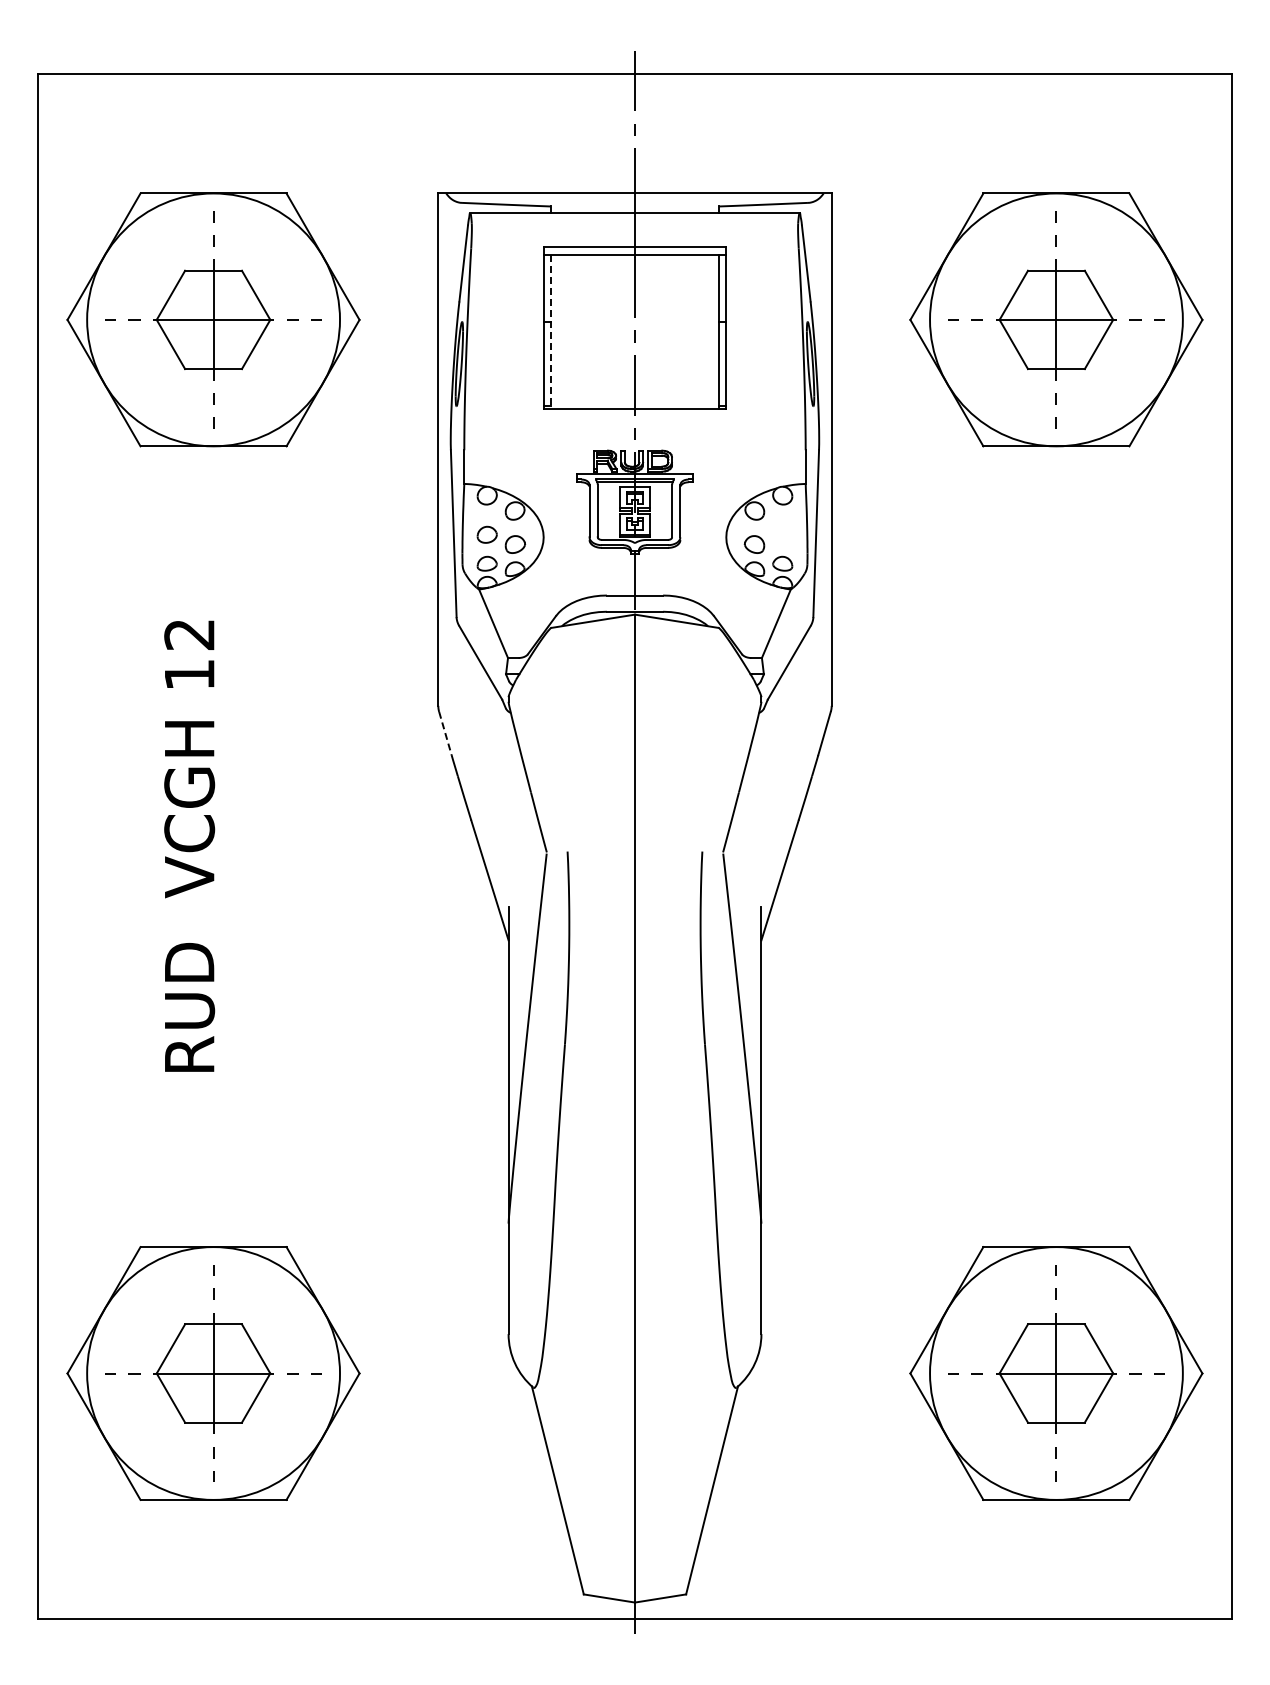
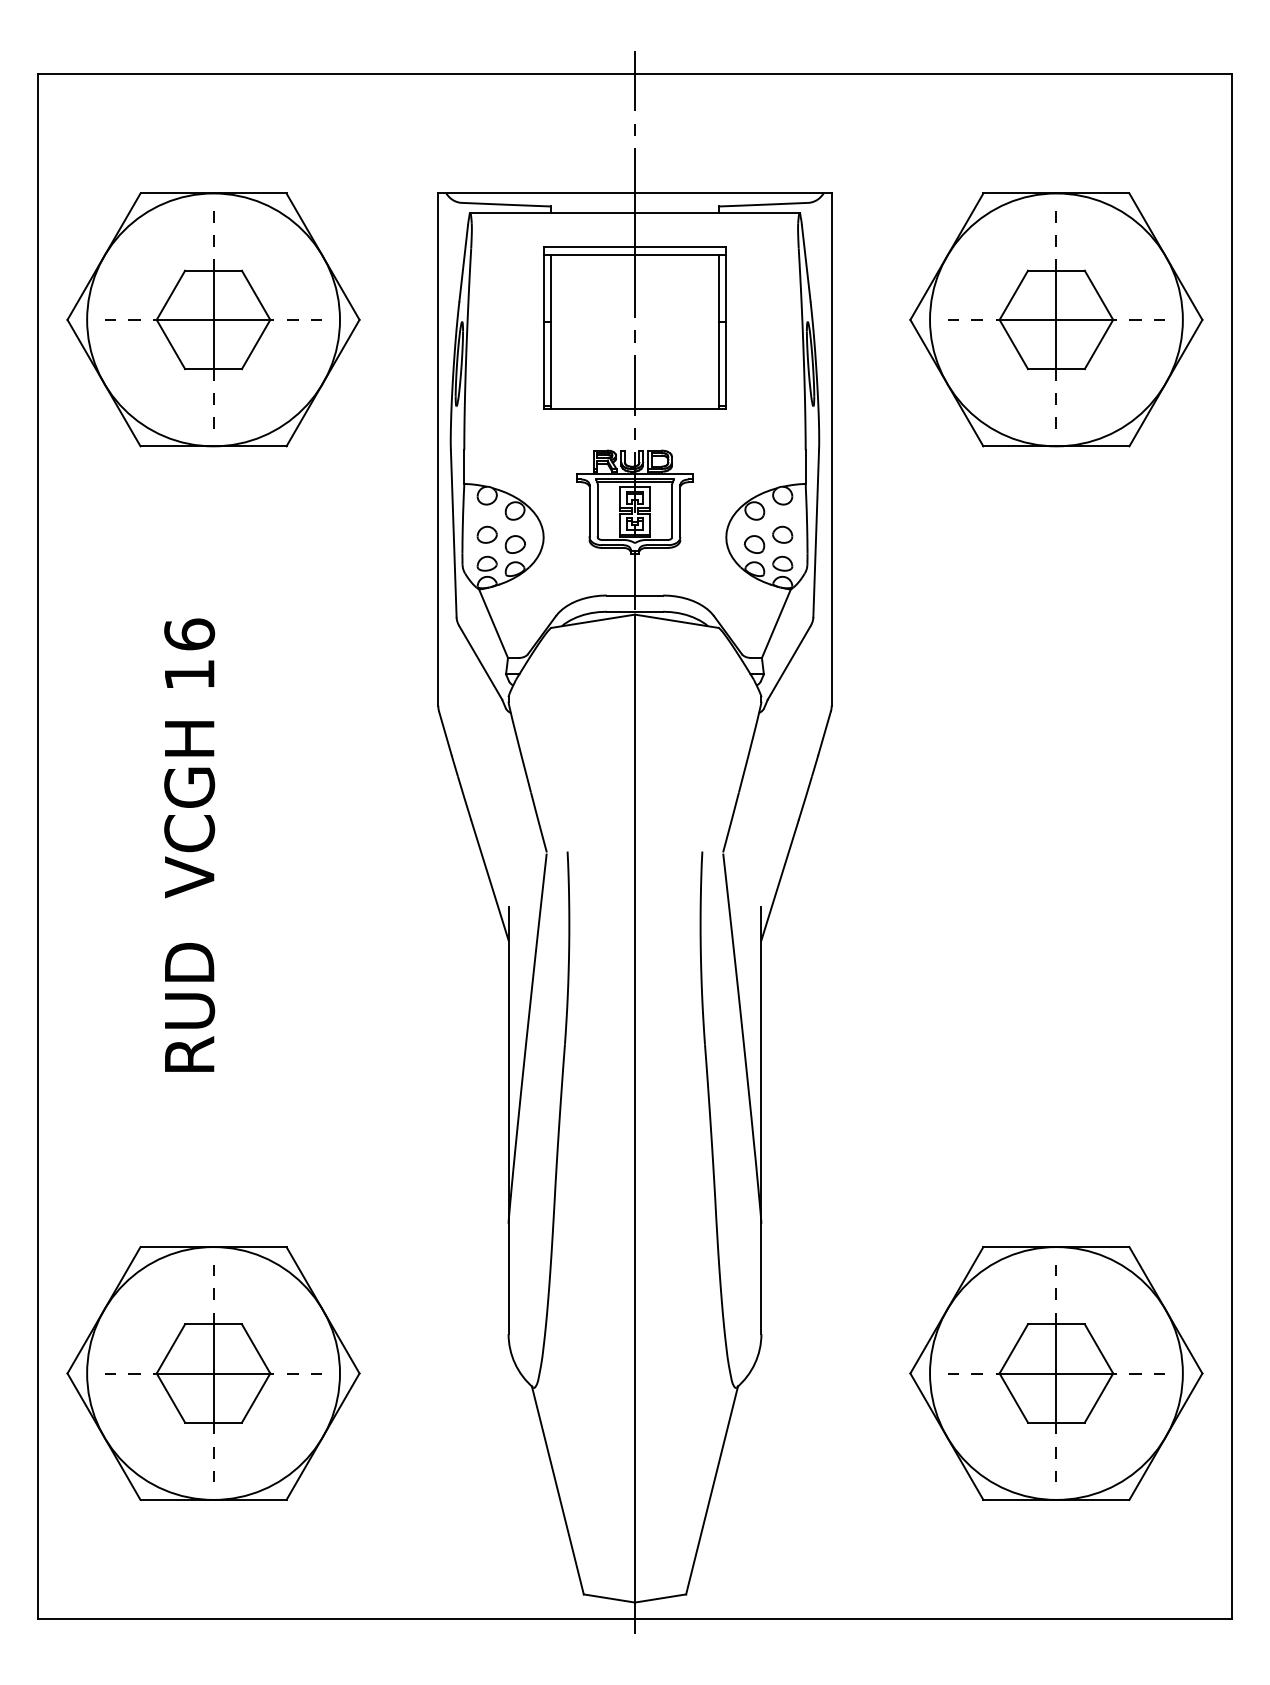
line at (550, 332): dashed -> solid
part at (782, 534): none -> present
text at (189, 634): 12 -> 16
line at (445, 733): dashed -> solid
